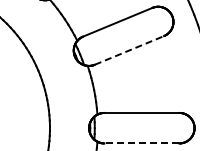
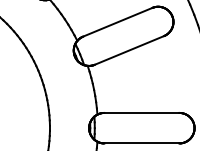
line at (129, 50): dashed -> solid
line at (141, 143): dashed -> solid
